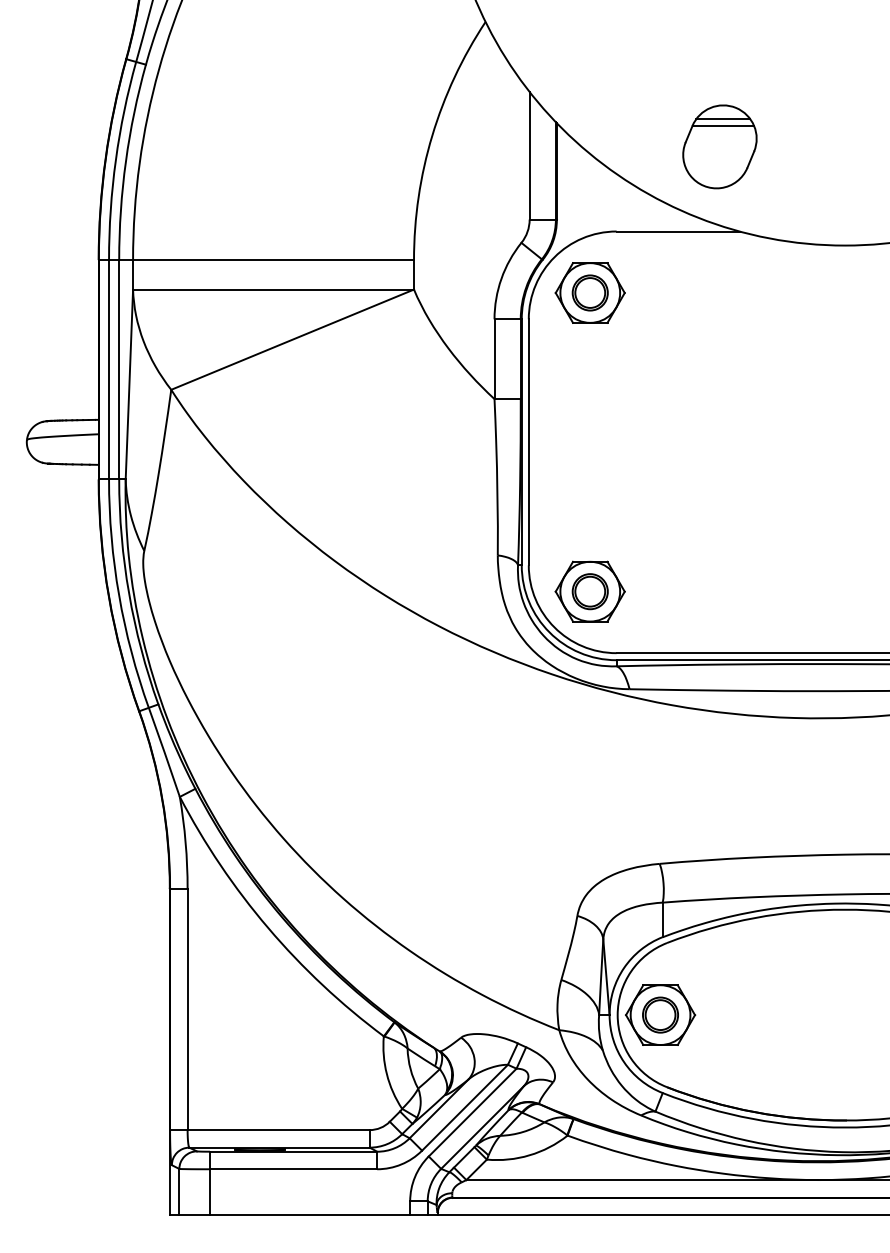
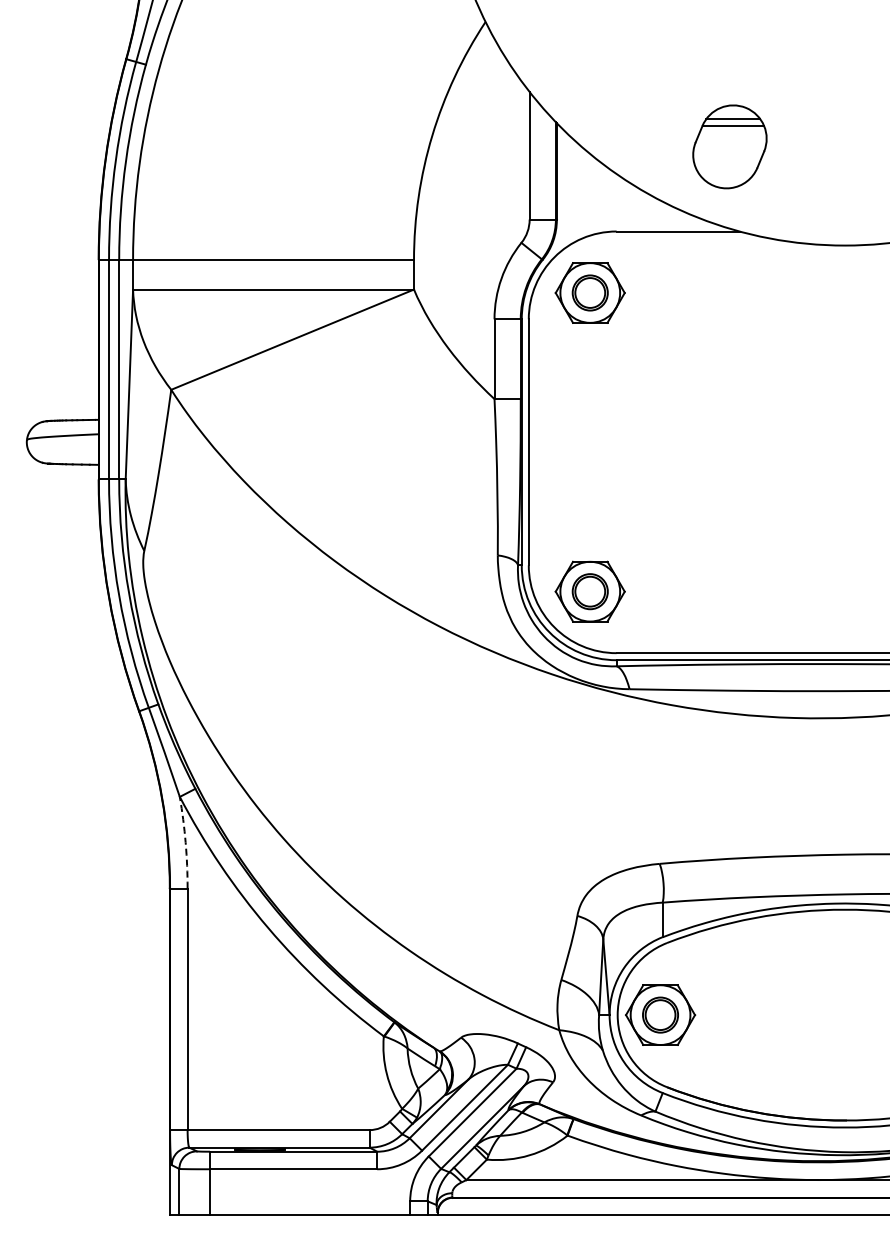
part at (719, 146) position: (719, 146) -> (729, 146)
arc at (185, 842): solid -> dashed
